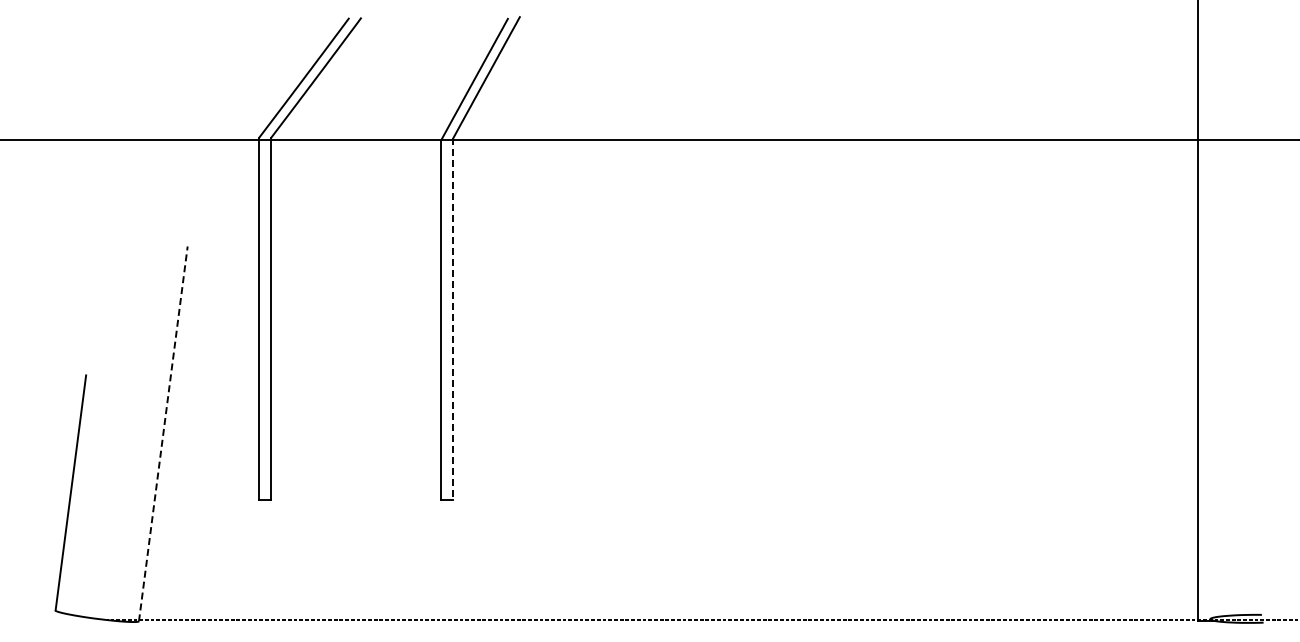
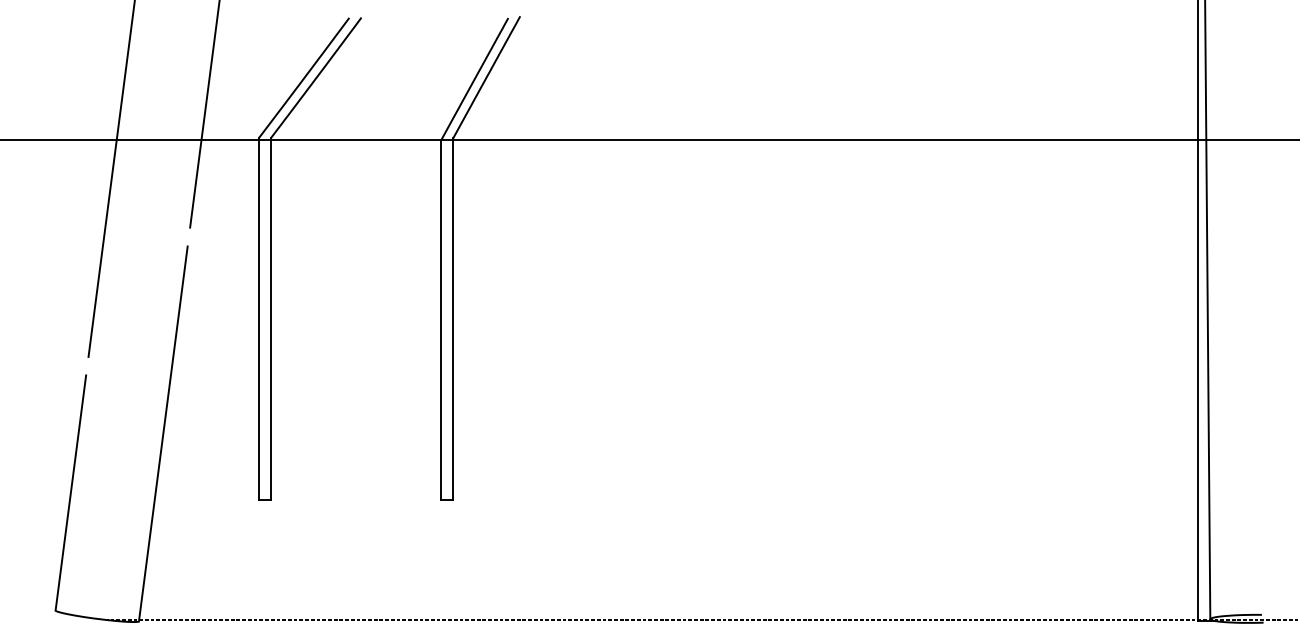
line at (204, 114): none -> present
line at (111, 179): none -> present
line at (1207, 310): none -> present
line at (453, 319): dashed -> solid
line at (163, 433): dashed -> solid
